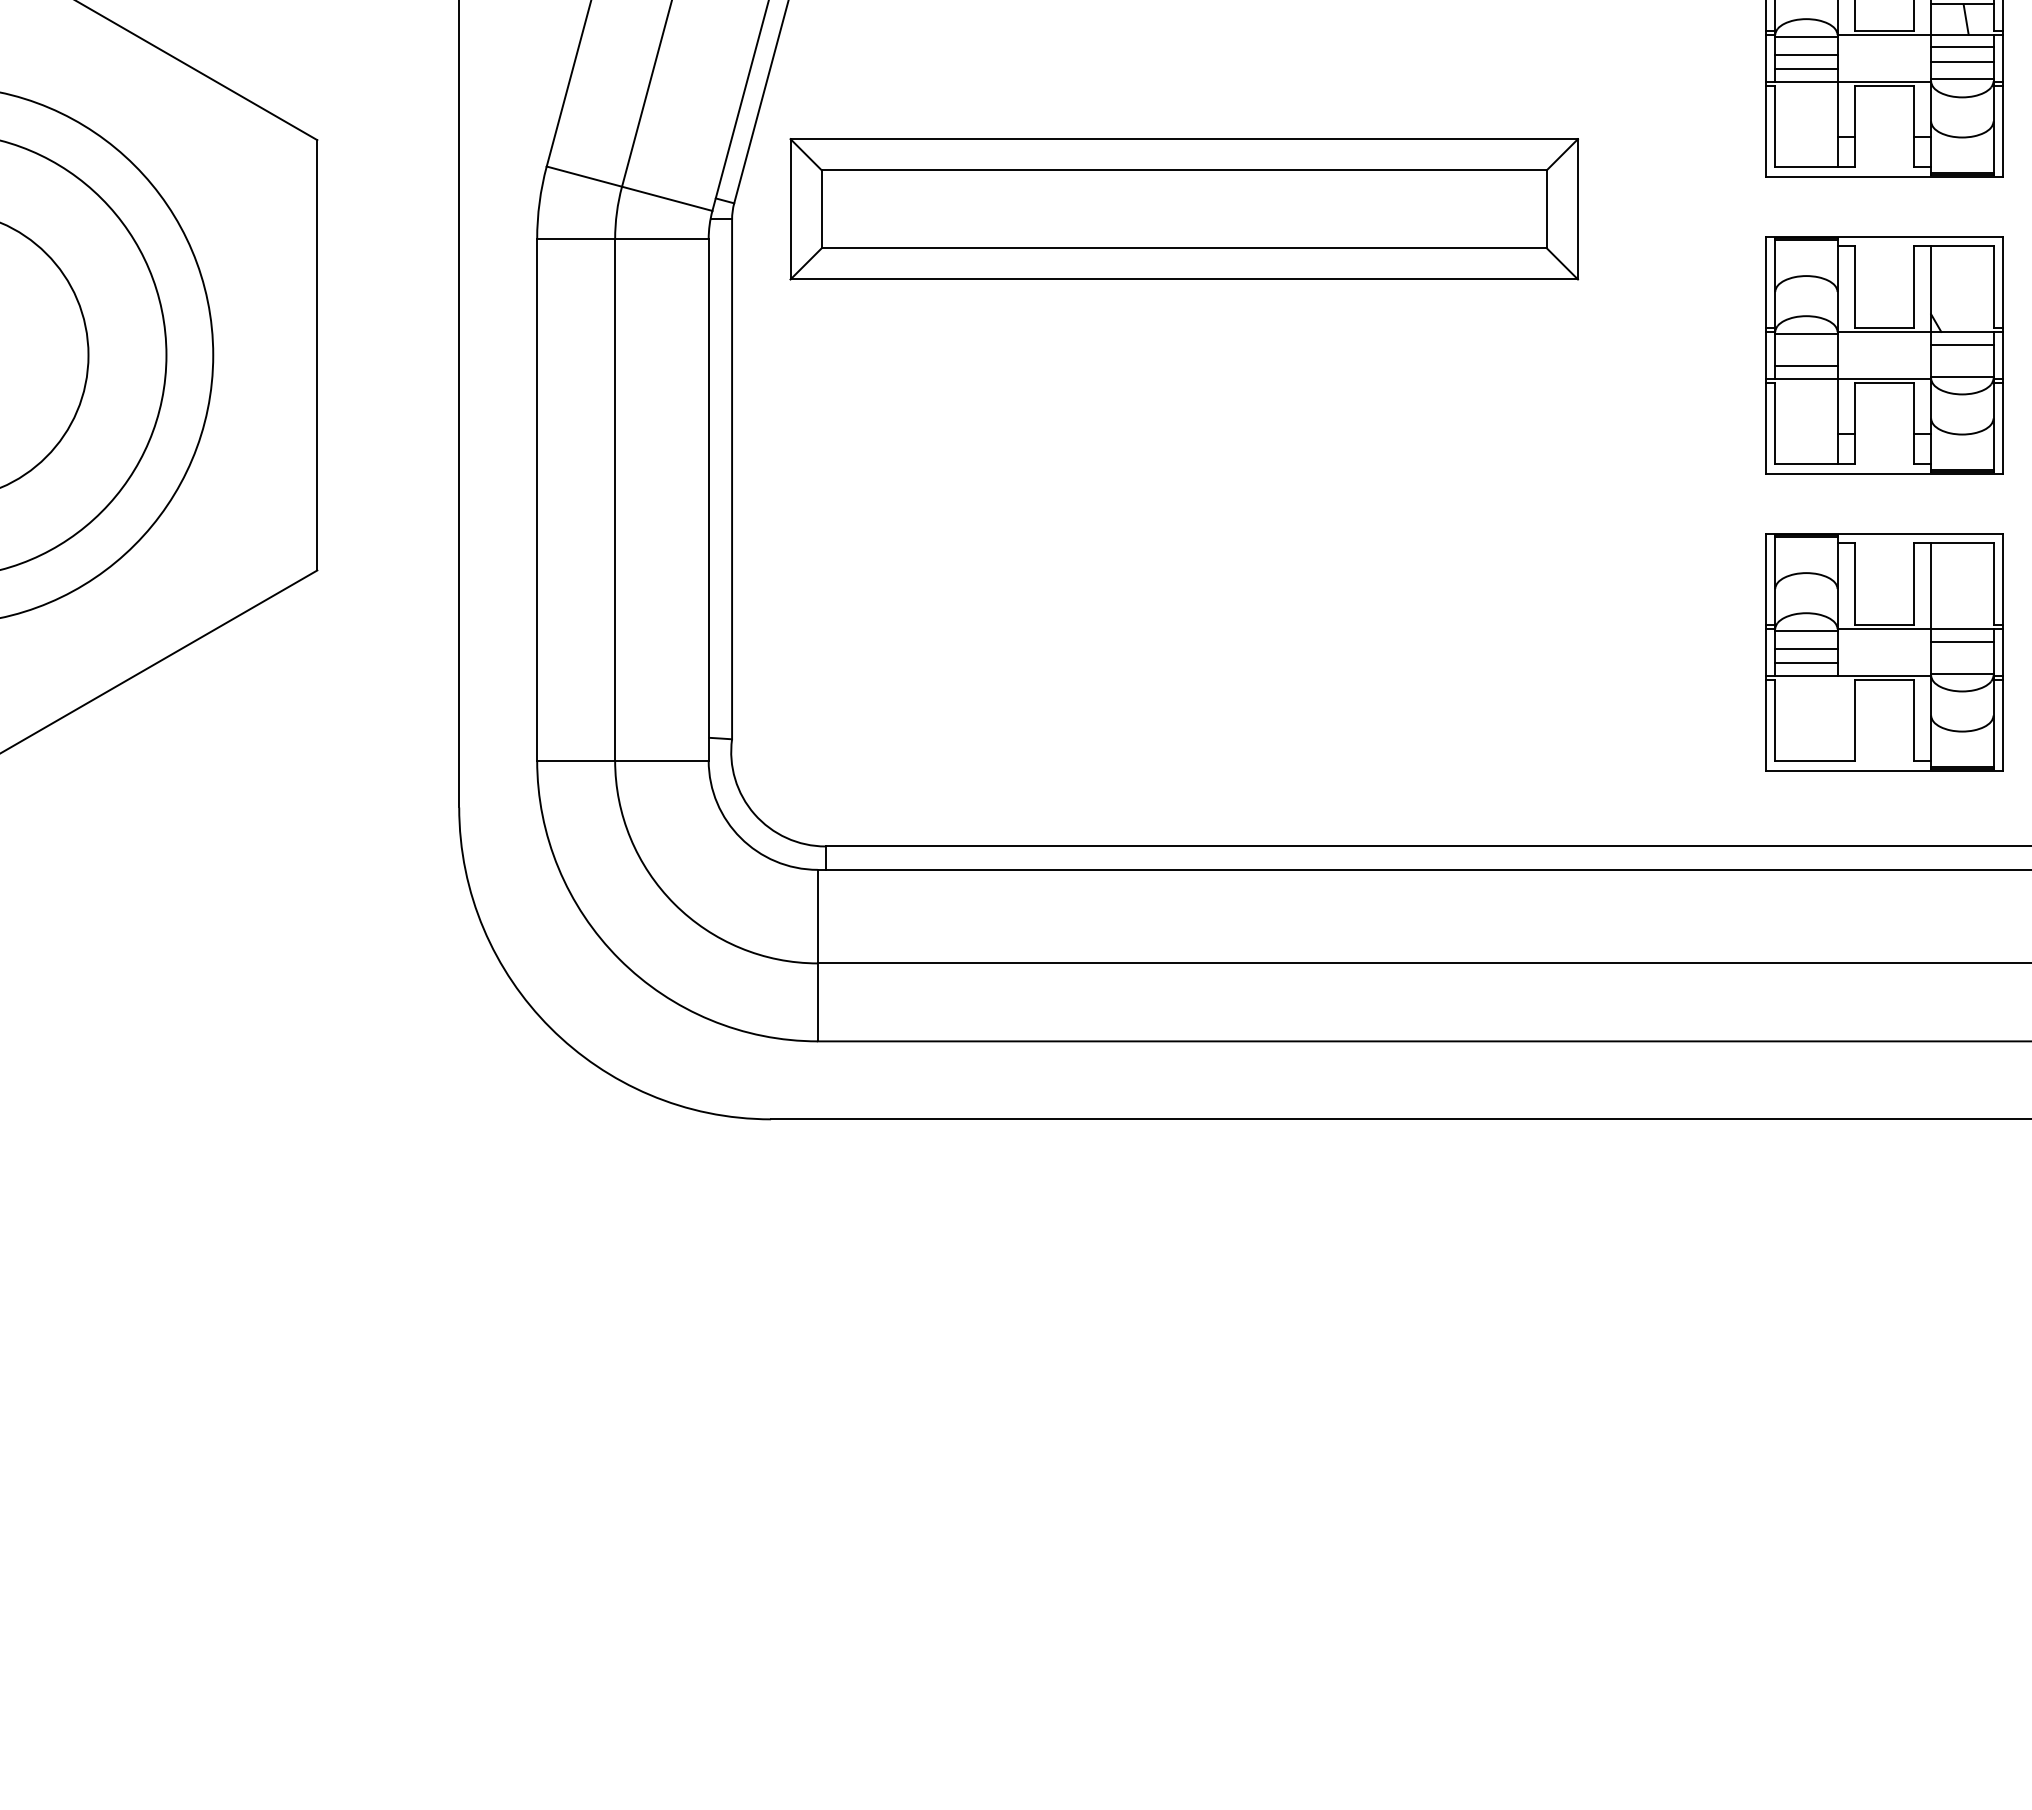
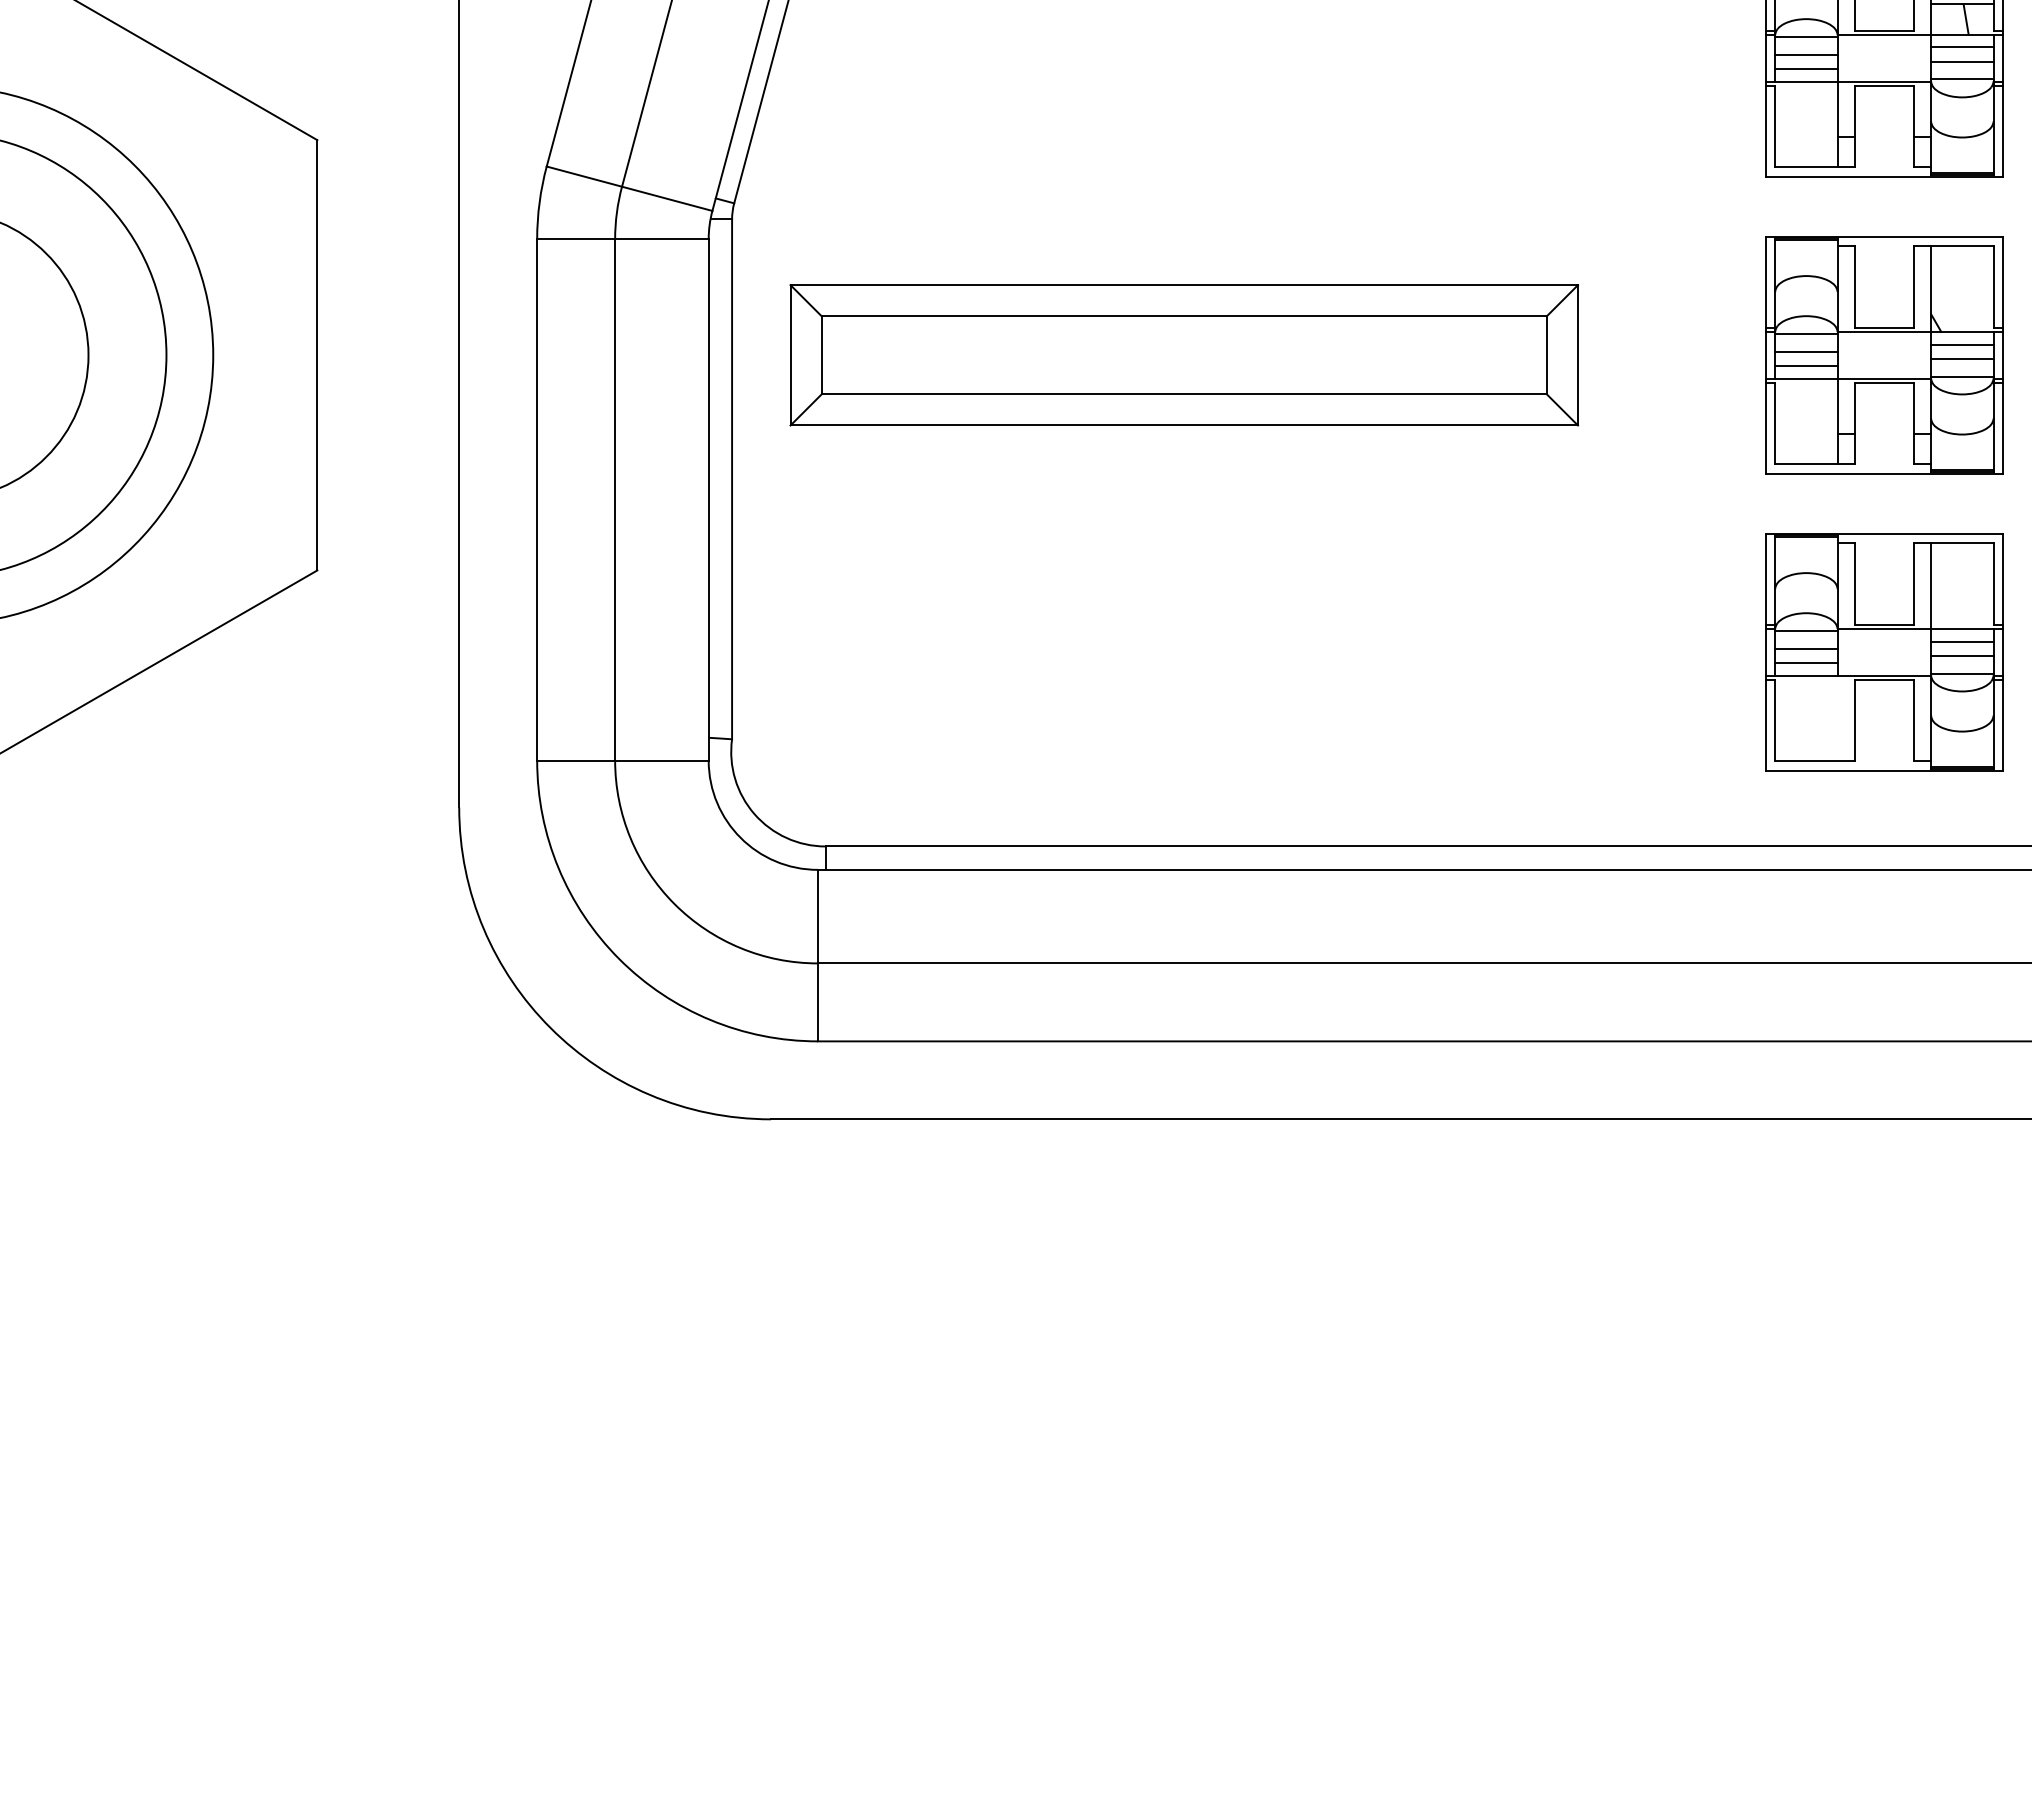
part at (1184, 209) position: (1184, 209) -> (1184, 355)
line at (1806, 351): none -> present
line at (1962, 358): none -> present
line at (1962, 655): none -> present
